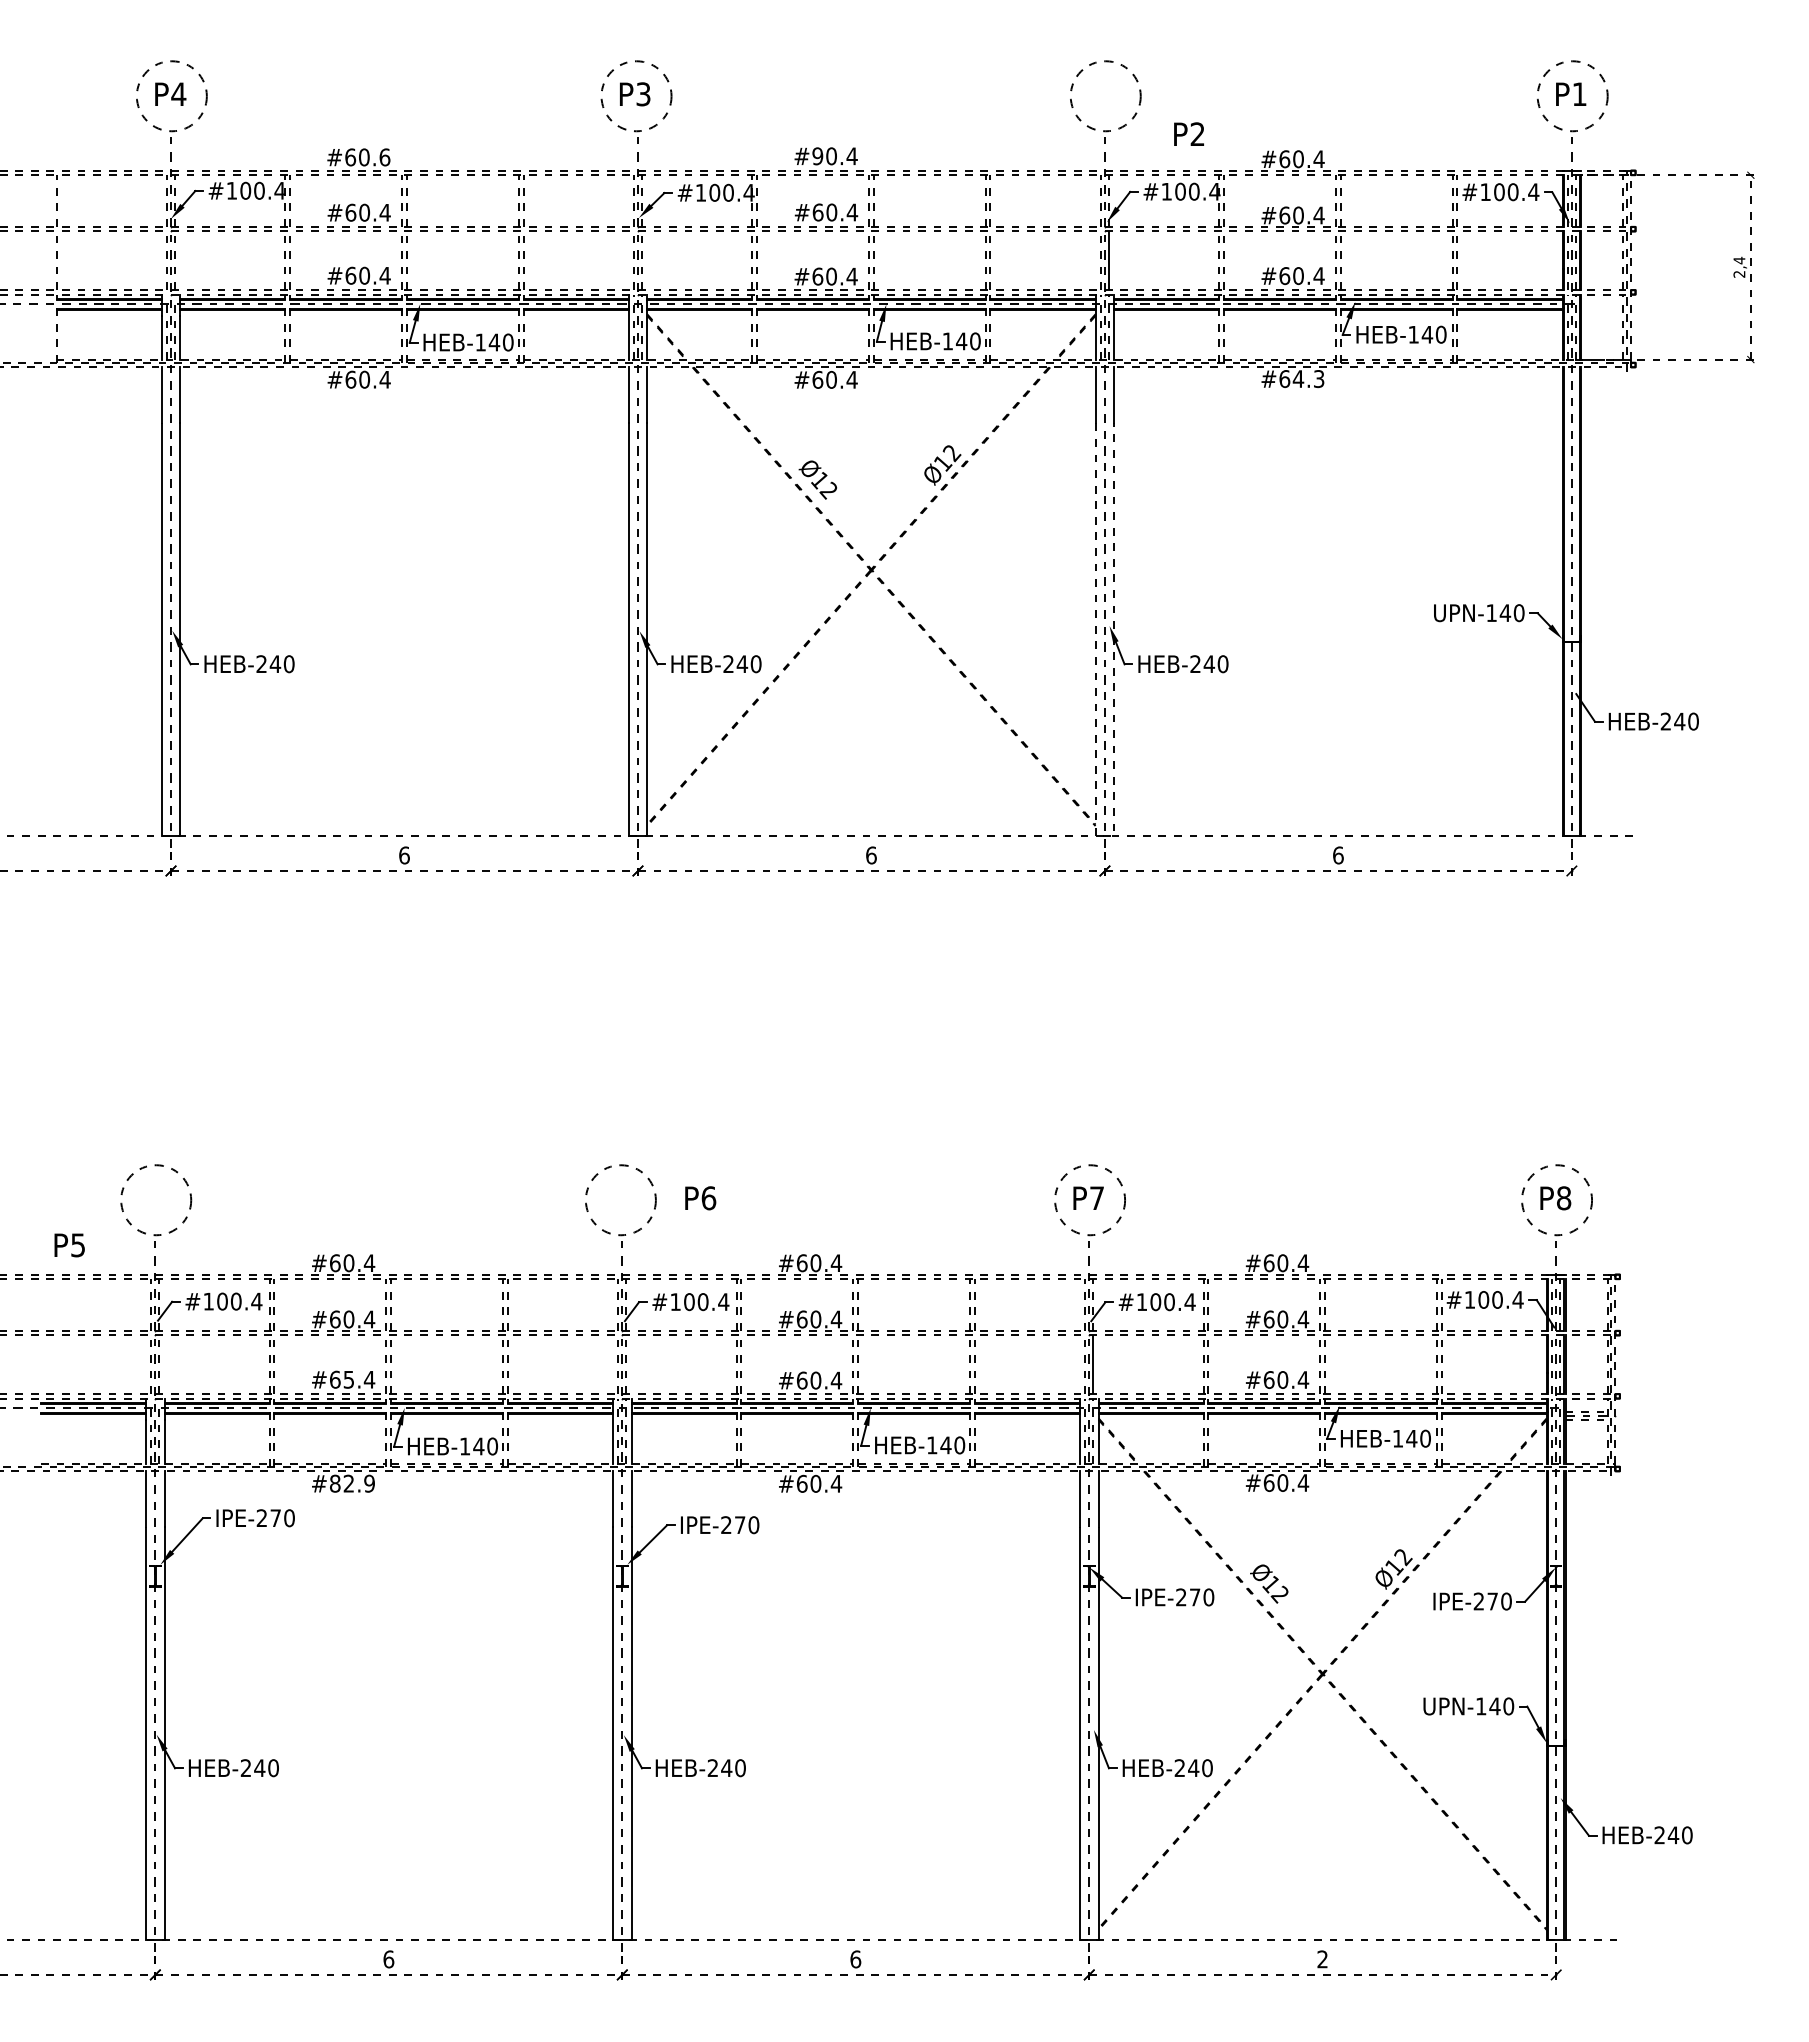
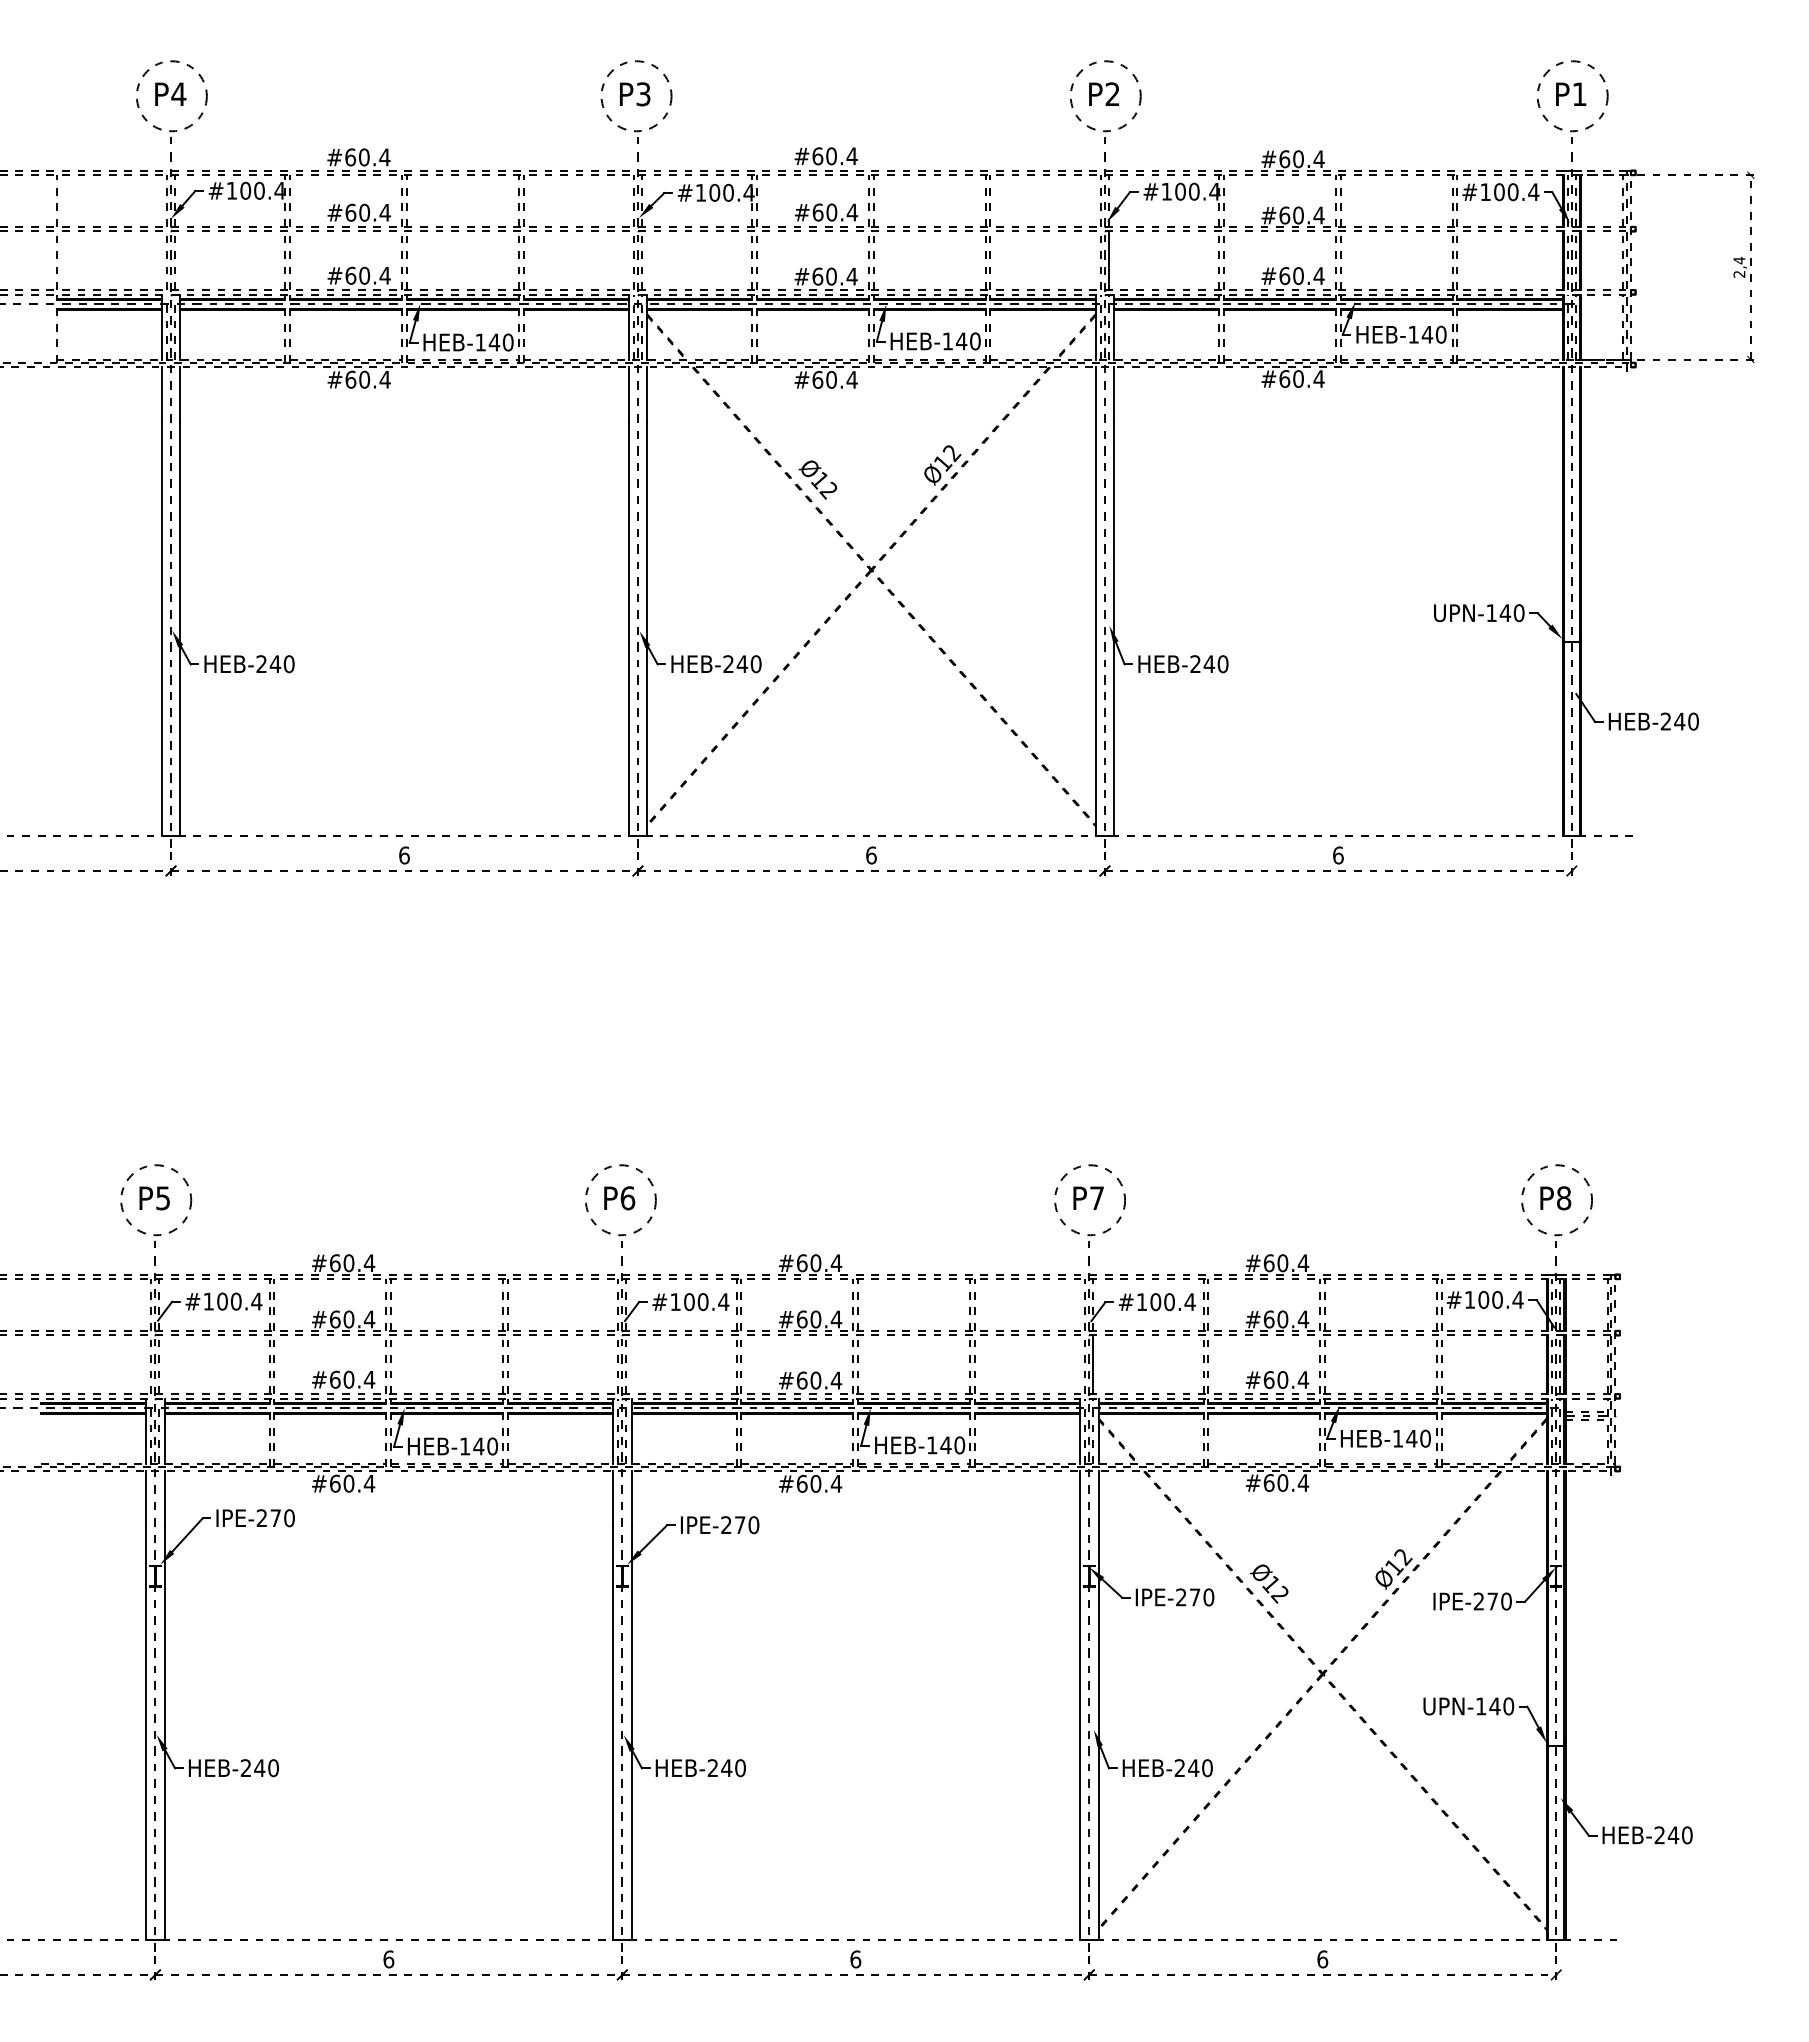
text at (1188, 133) position: (1188, 133) -> (1103, 93)
text at (817, 156): #90.4 -> #60.4
text at (384, 157): #60.6 -> #60.4
text at (1308, 379): #64.3 -> #60.4
line at (1105, 835): dashed -> solid
text at (700, 1198) position: (700, 1198) -> (619, 1198)
text at (69, 1245) position: (69, 1245) -> (154, 1198)
text at (348, 1379): #65.4 -> #60.4
text at (352, 1483): #82.9 -> #60.4
text at (1322, 1959): 2 -> 6
